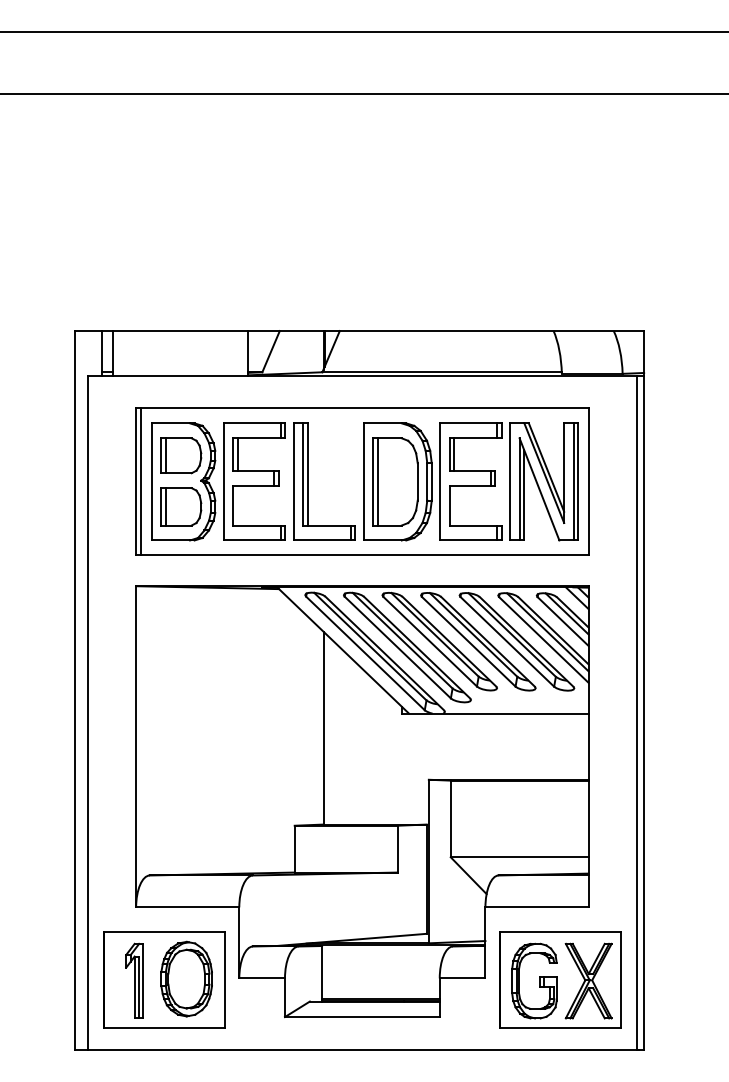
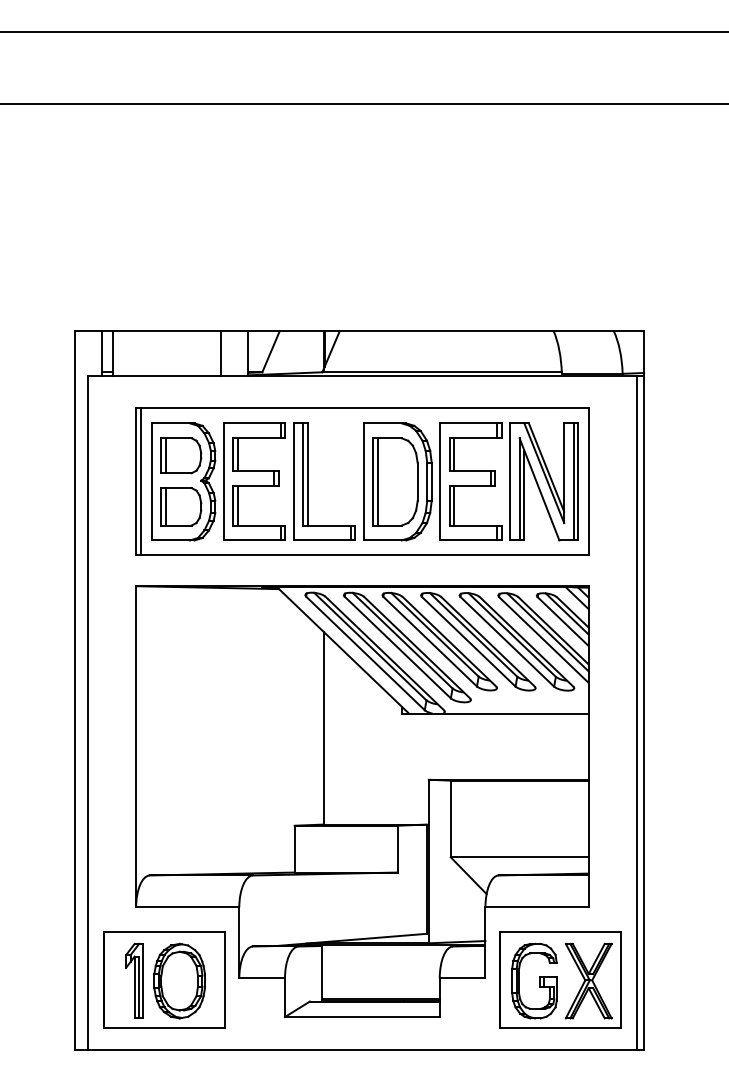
line at (363, 93) position: (363, 93) -> (363, 103)
line at (221, 353): none -> present
line at (237, 505): none -> present
line at (454, 505): none -> present
part at (186, 978) position: (186, 978) -> (179, 980)
